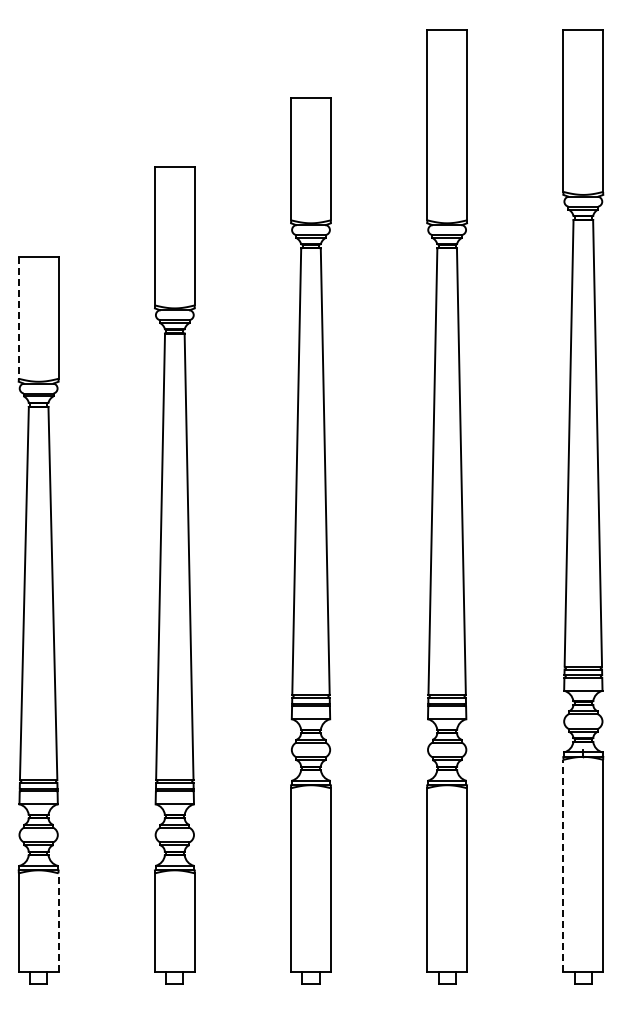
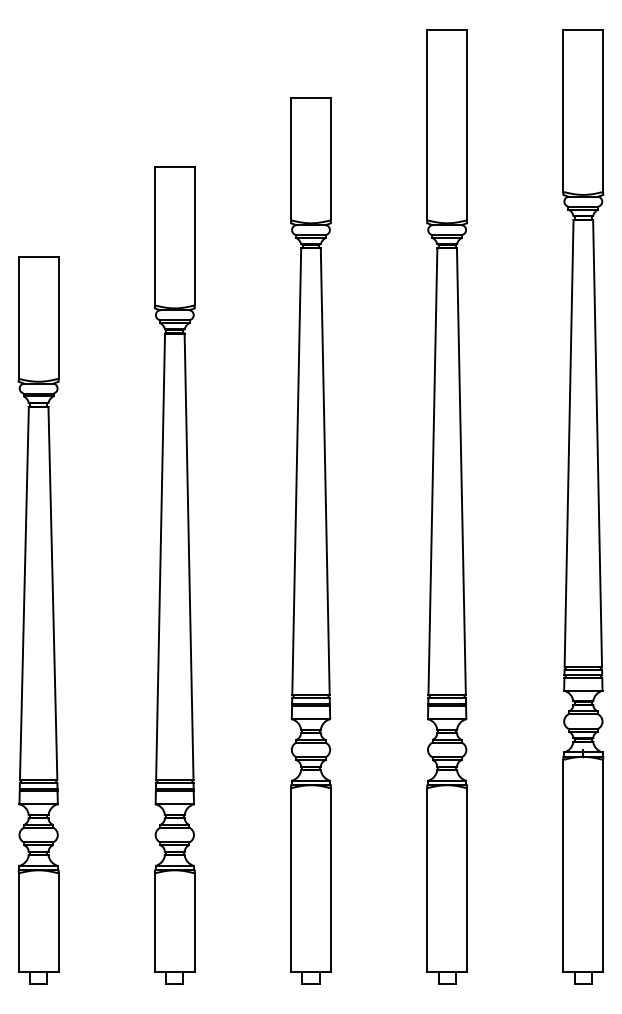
line at (18, 318): dashed -> solid
line at (563, 865): dashed -> solid
line at (58, 922): dashed -> solid
